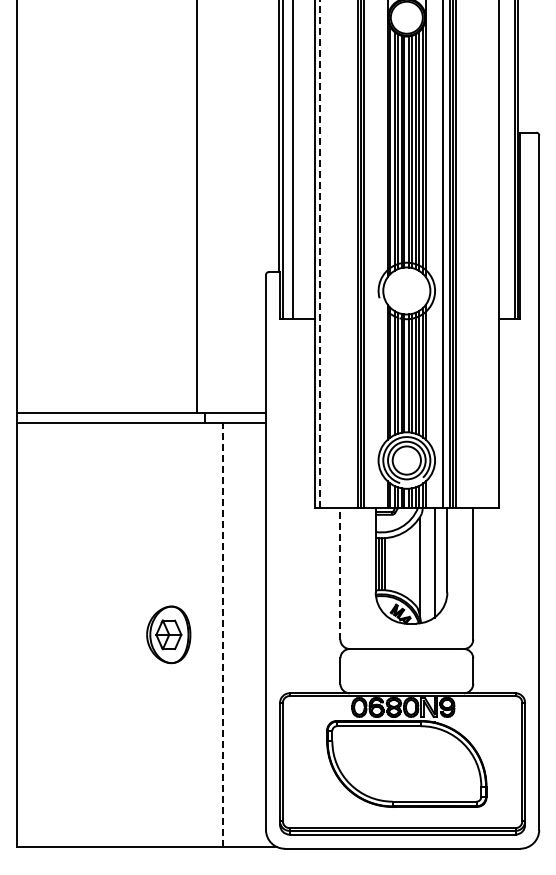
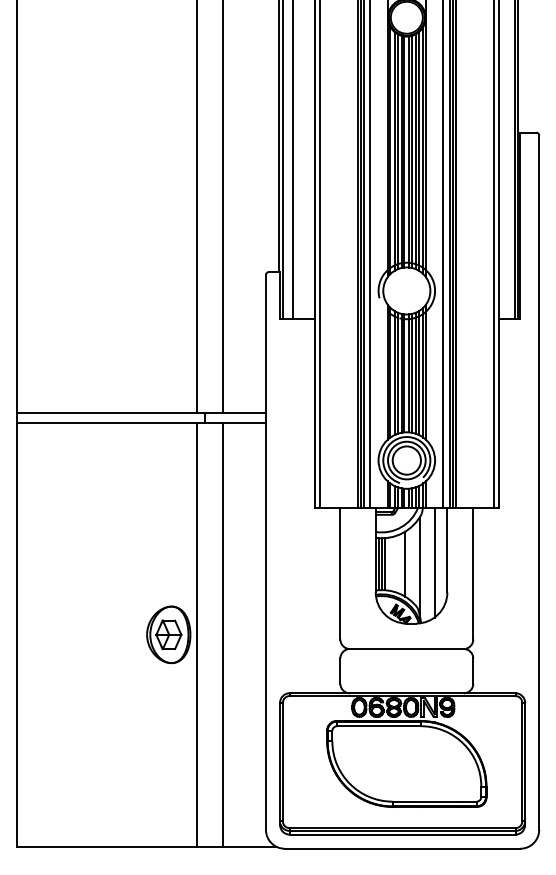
line at (222, 207): none -> present
line at (319, 253): dashed -> solid
line at (370, 254): none -> present
line at (493, 254): none -> present
line at (405, 563): none -> present
line at (340, 573): dashed -> solid
line at (196, 634): none -> present
line at (222, 634): dashed -> solid
